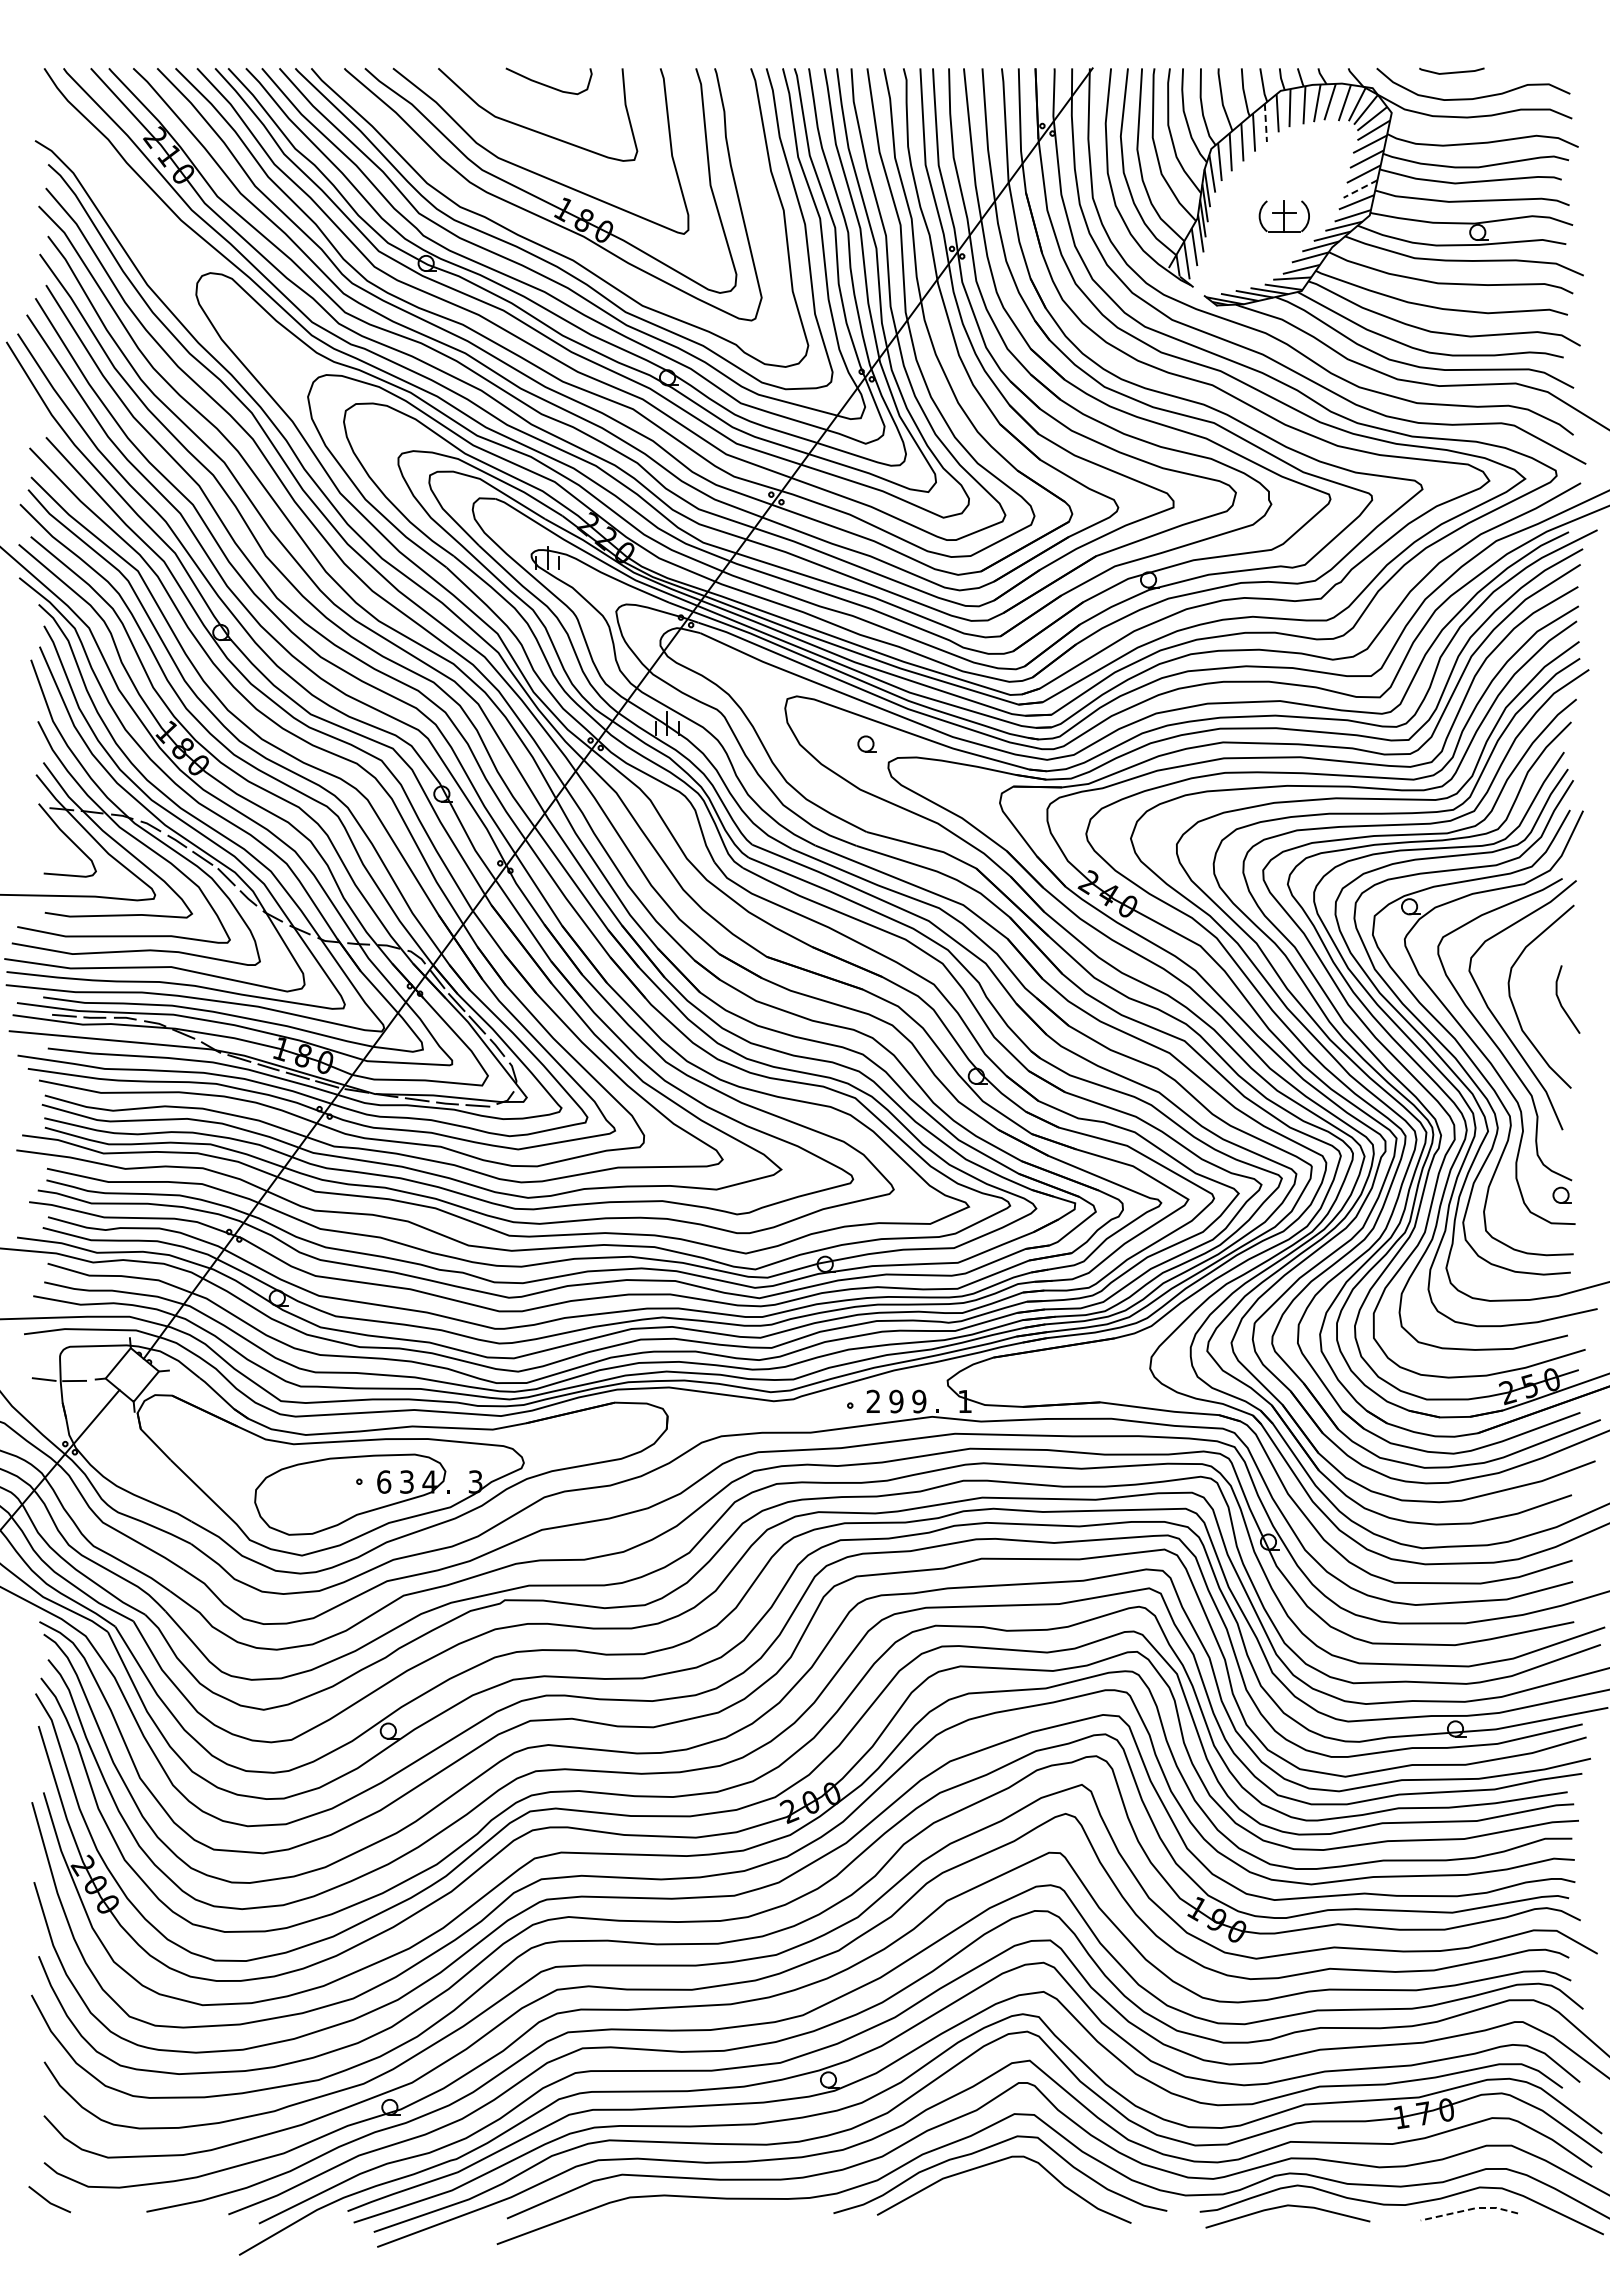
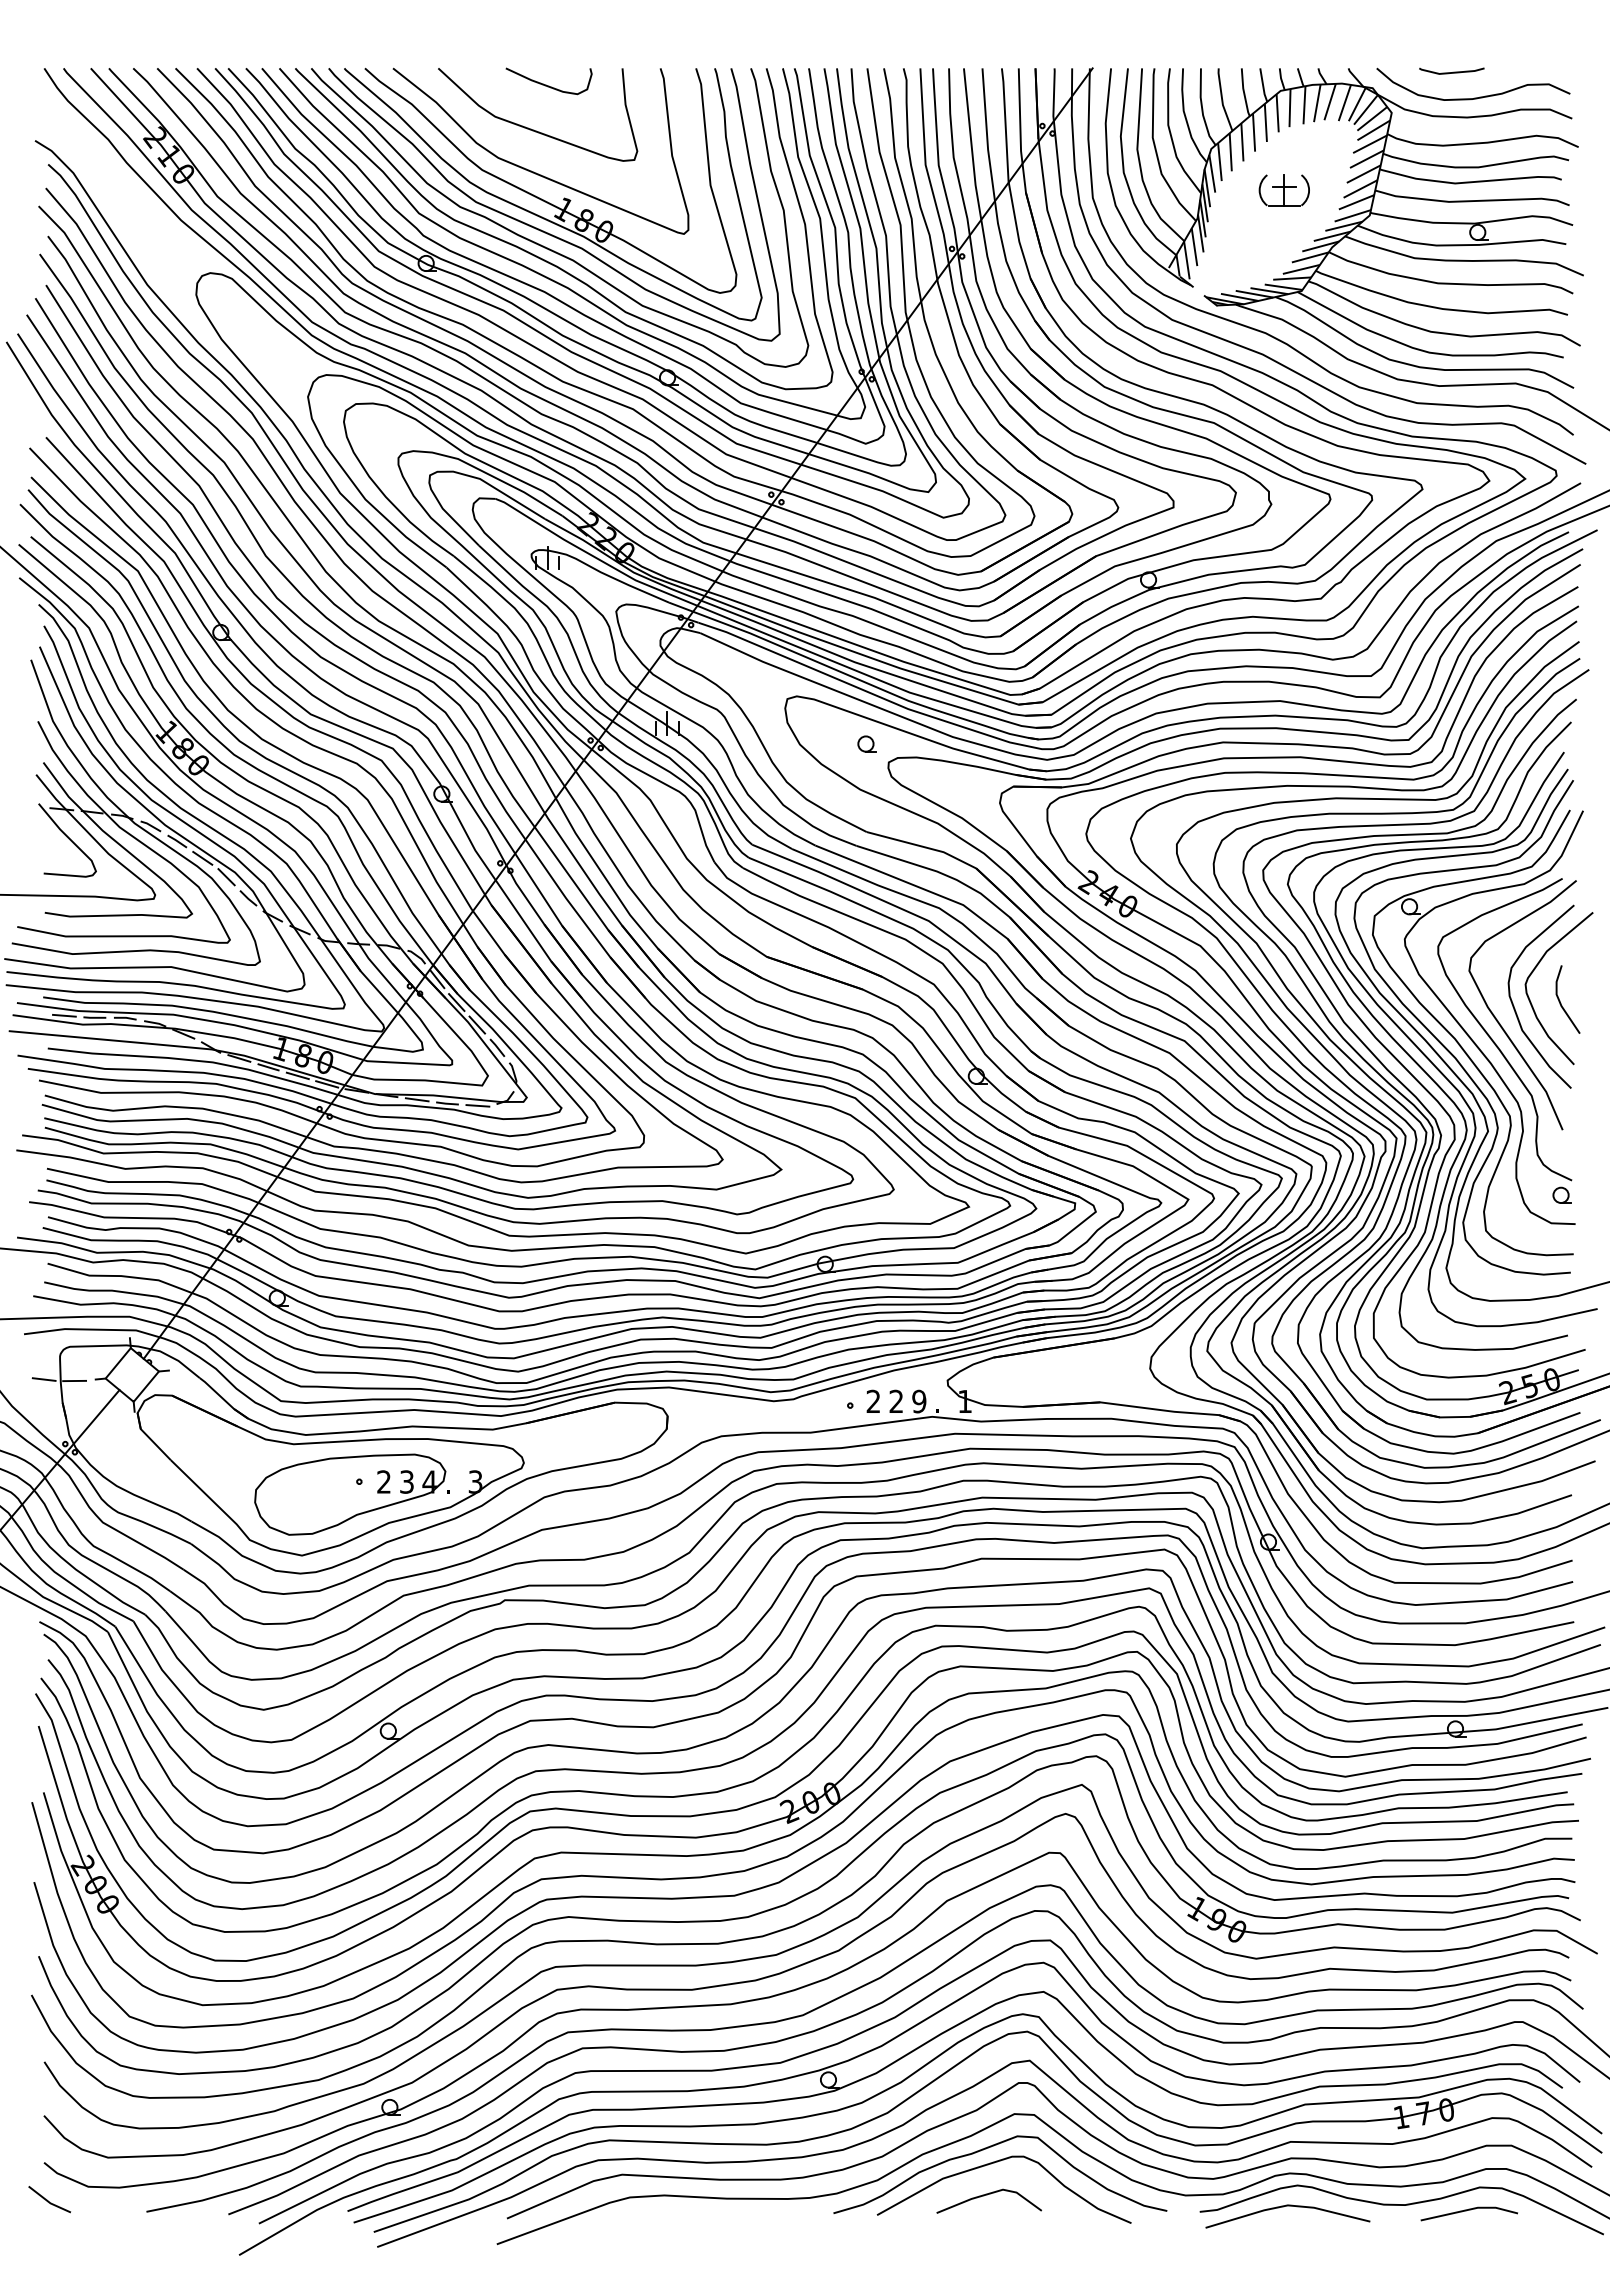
line at (1265, 123): dashed -> solid
line at (1360, 189): dashed -> solid
part at (1283, 216) position: (1283, 216) -> (1283, 190)
curve at (541, 229): none -> present
curve at (1533, 972): none -> present
text at (896, 1401): 9 -> 2
text at (384, 1481): 6 -> 2
line at (987, 2195): none -> present
line at (1470, 2209): dashed -> solid
